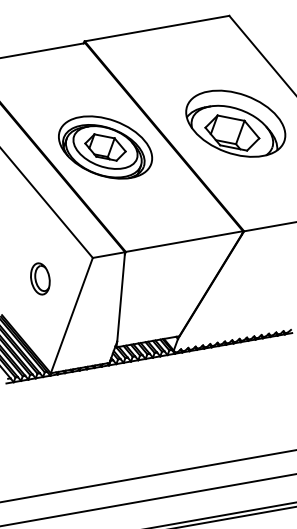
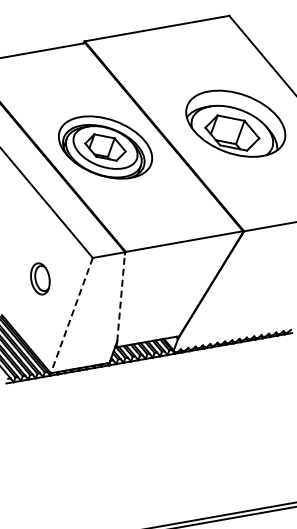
line at (121, 296): solid -> dashed
line at (71, 316): solid -> dashed
line at (147, 475): present -> none
line at (147, 499): present -> none
